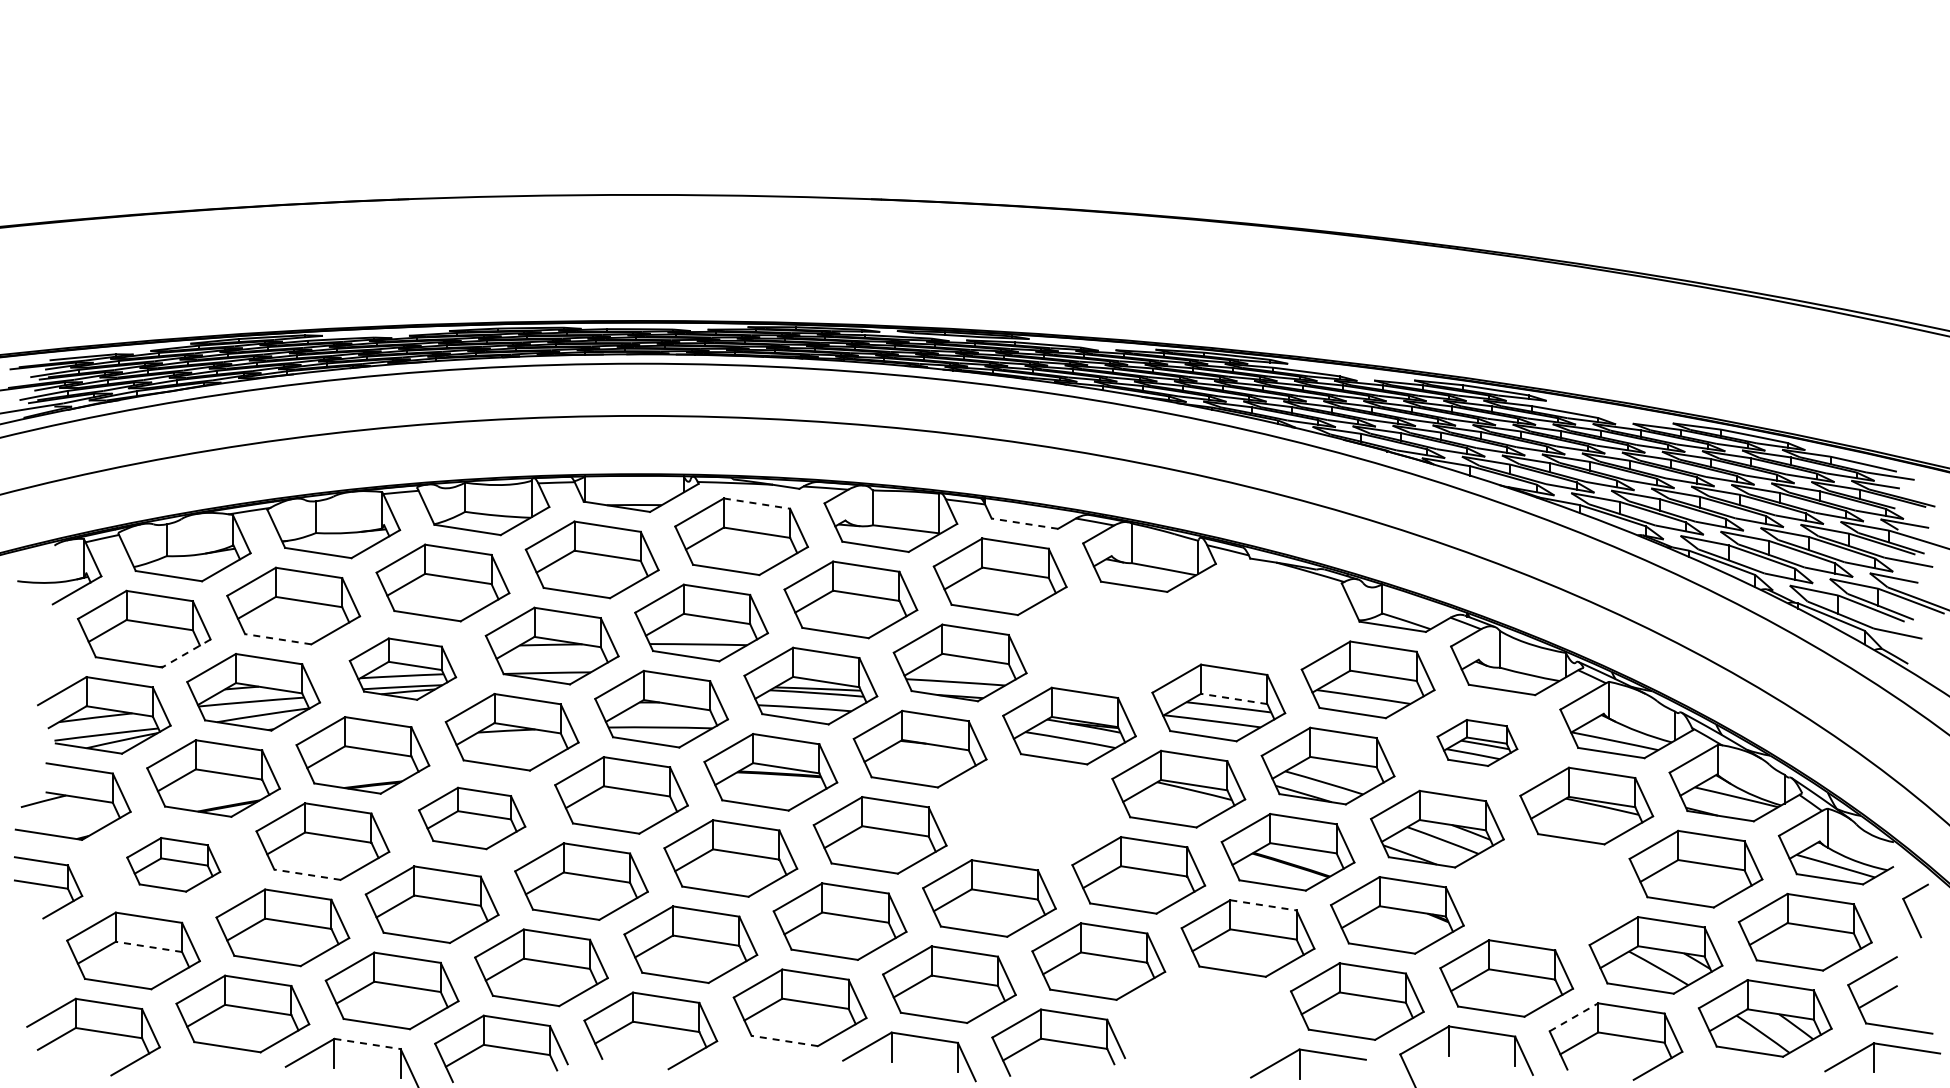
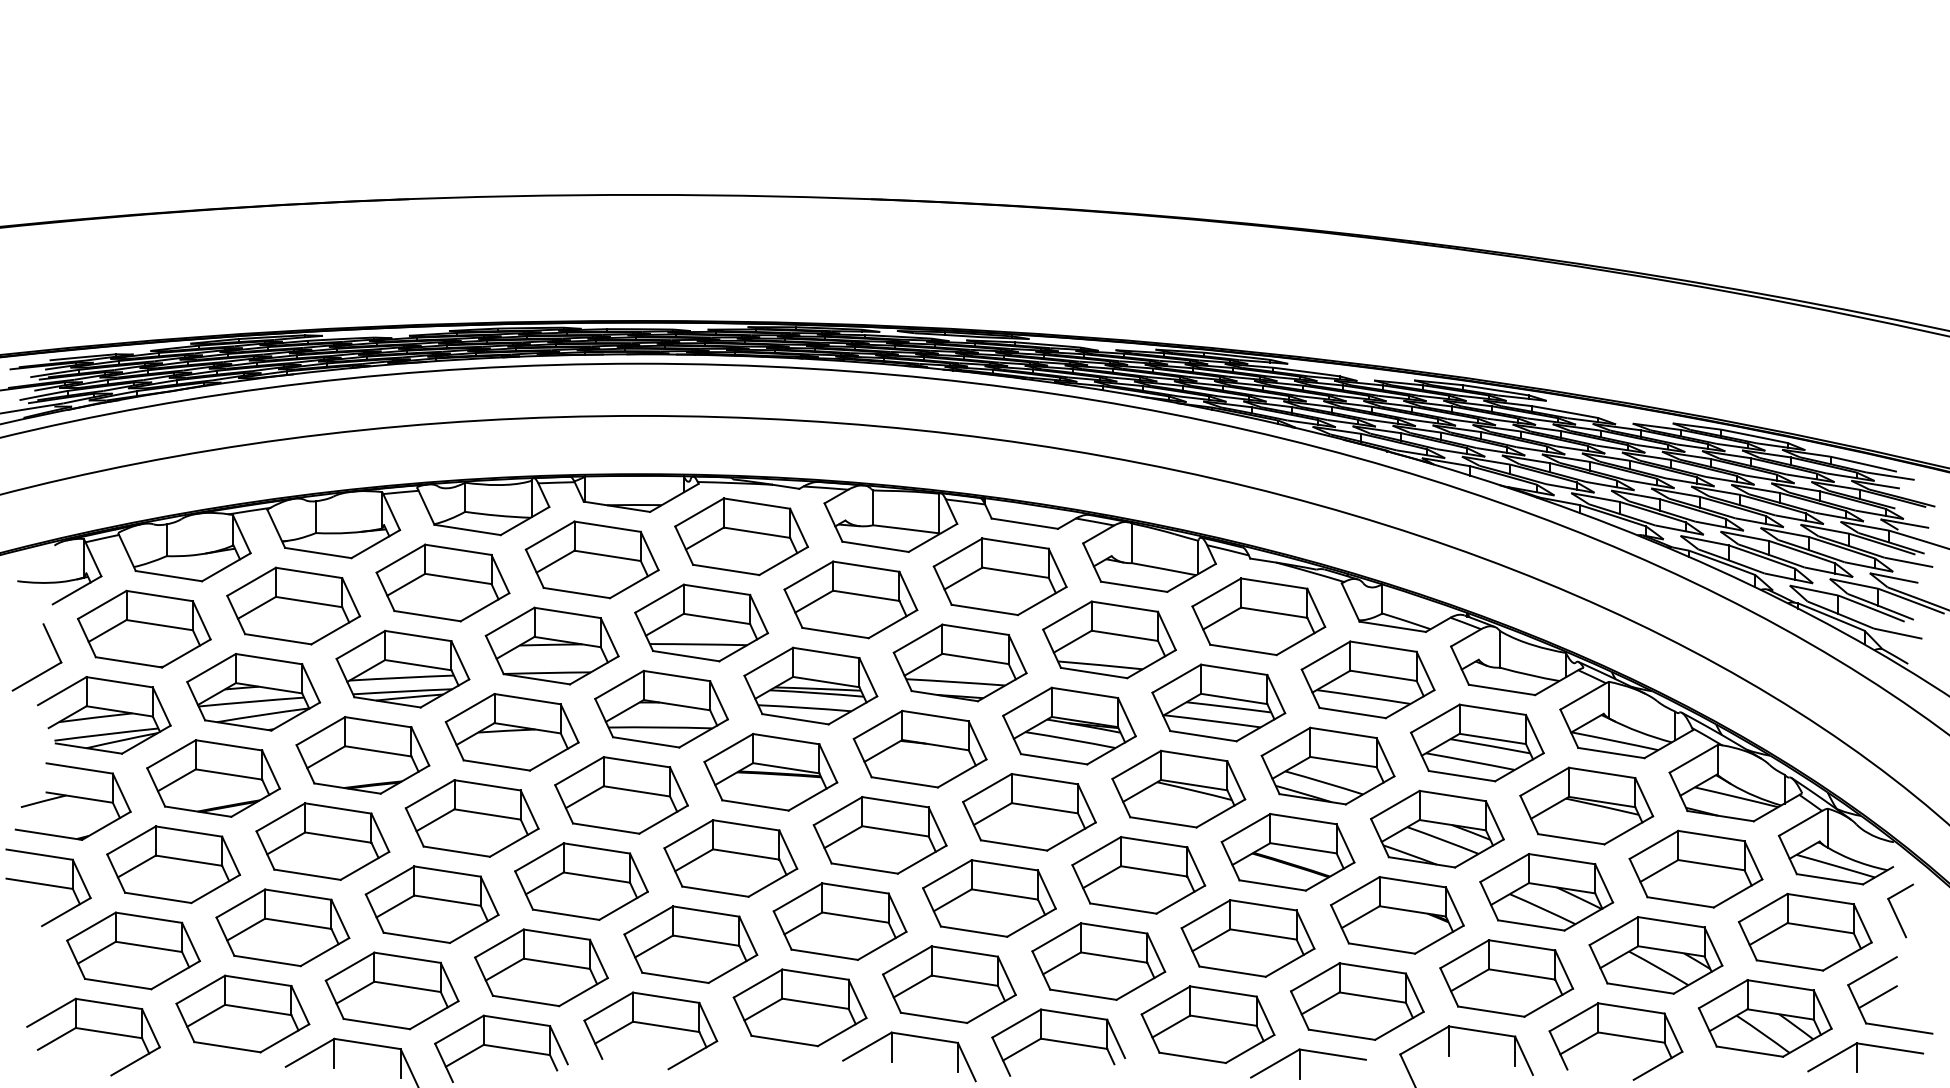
line at (757, 503): dashed -> solid
line at (1024, 523): dashed -> solid
part at (1258, 616): none -> present
line at (278, 639): dashed -> solid
part at (1109, 639): none -> present
line at (185, 653): dashed -> solid
part at (402, 668) size: 110x64 px -> 136x80 px
part at (43, 671): none -> present
line at (1234, 698): dashed -> solid
part at (1477, 742) size: 83x48 px -> 135x80 px
part at (1029, 812): none -> present
part at (472, 818) size: 109x65 px -> 136x79 px
part at (173, 864) size: 96x56 px -> 136x80 px
line at (307, 874): dashed -> solid
part at (48, 887) size: 71x64 px -> 87x80 px
part at (1546, 892): none -> present
line at (1263, 905): dashed -> solid
part at (1915, 910) position: (1915, 910) -> (1900, 910)
line at (148, 946): dashed -> solid
line at (1574, 1017): dashed -> solid
part at (1207, 1024): none -> present
line at (784, 1040): dashed -> solid
line at (367, 1043): dashed -> solid
part at (1874, 1057) position: (1874, 1057) -> (1857, 1057)
